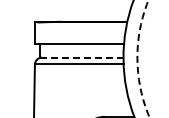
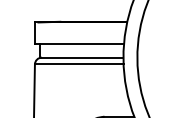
line at (81, 57): dashed -> solid
arc at (137, 58): dashed -> solid
